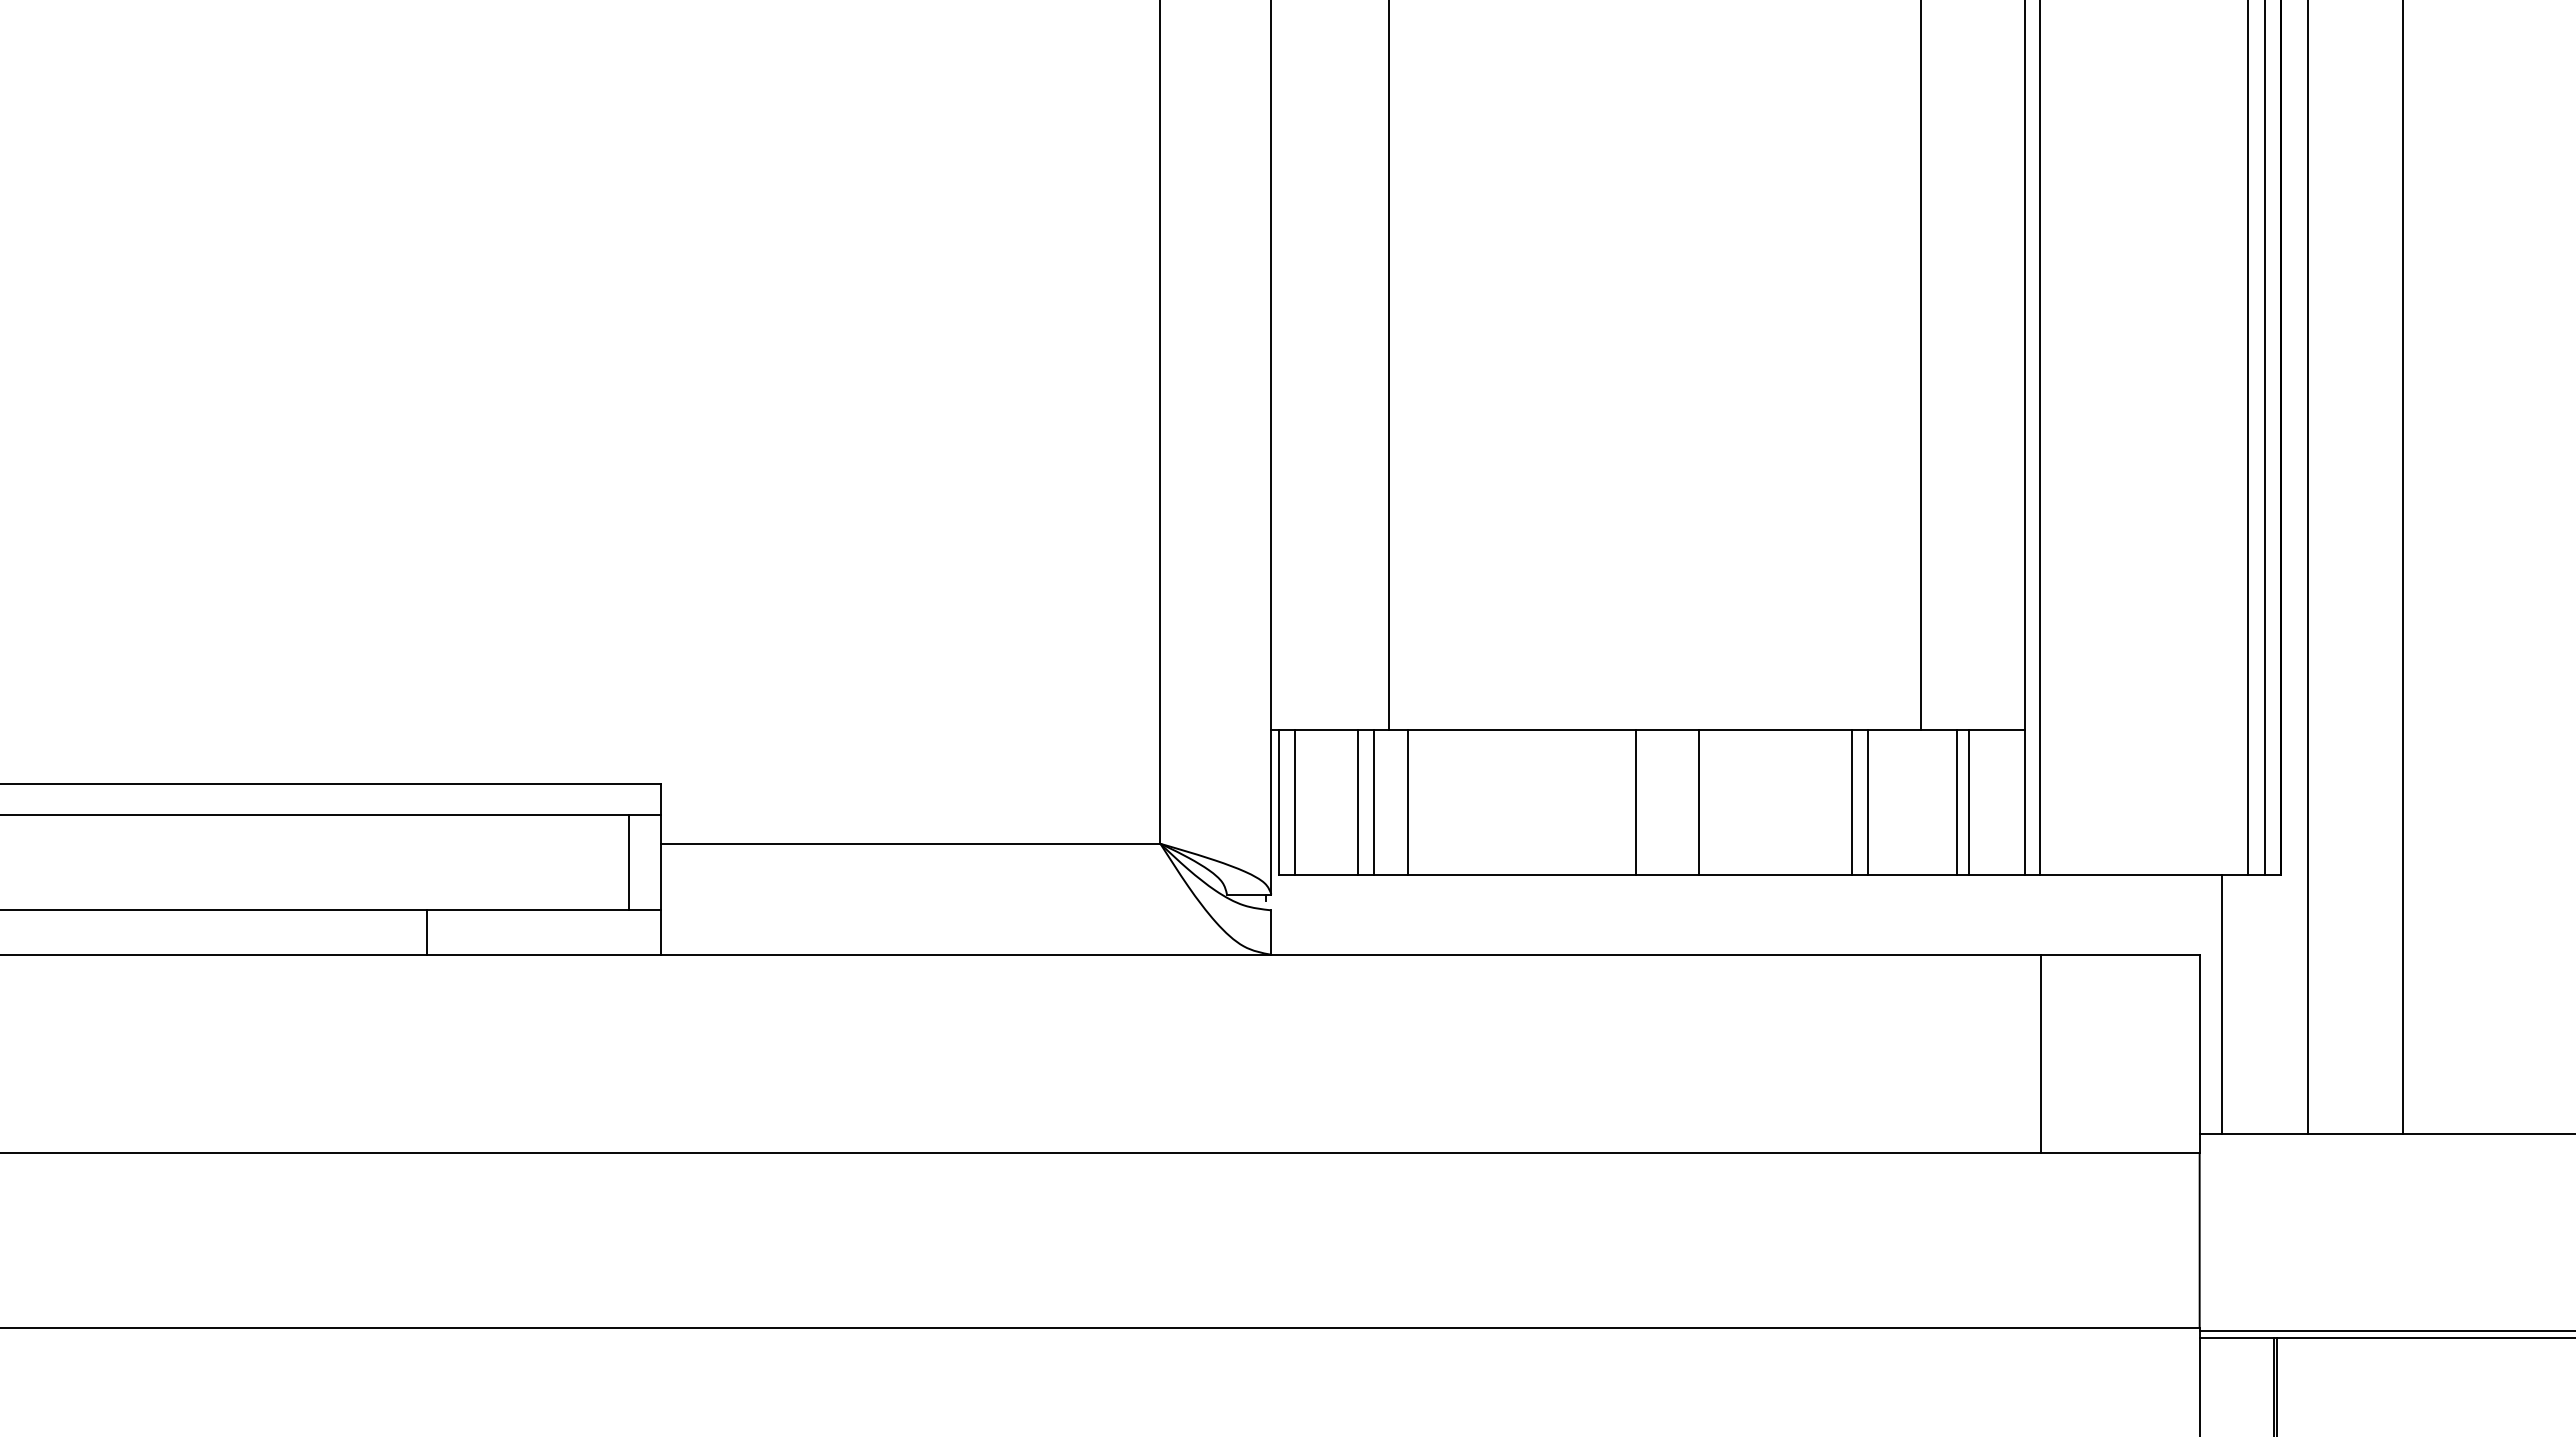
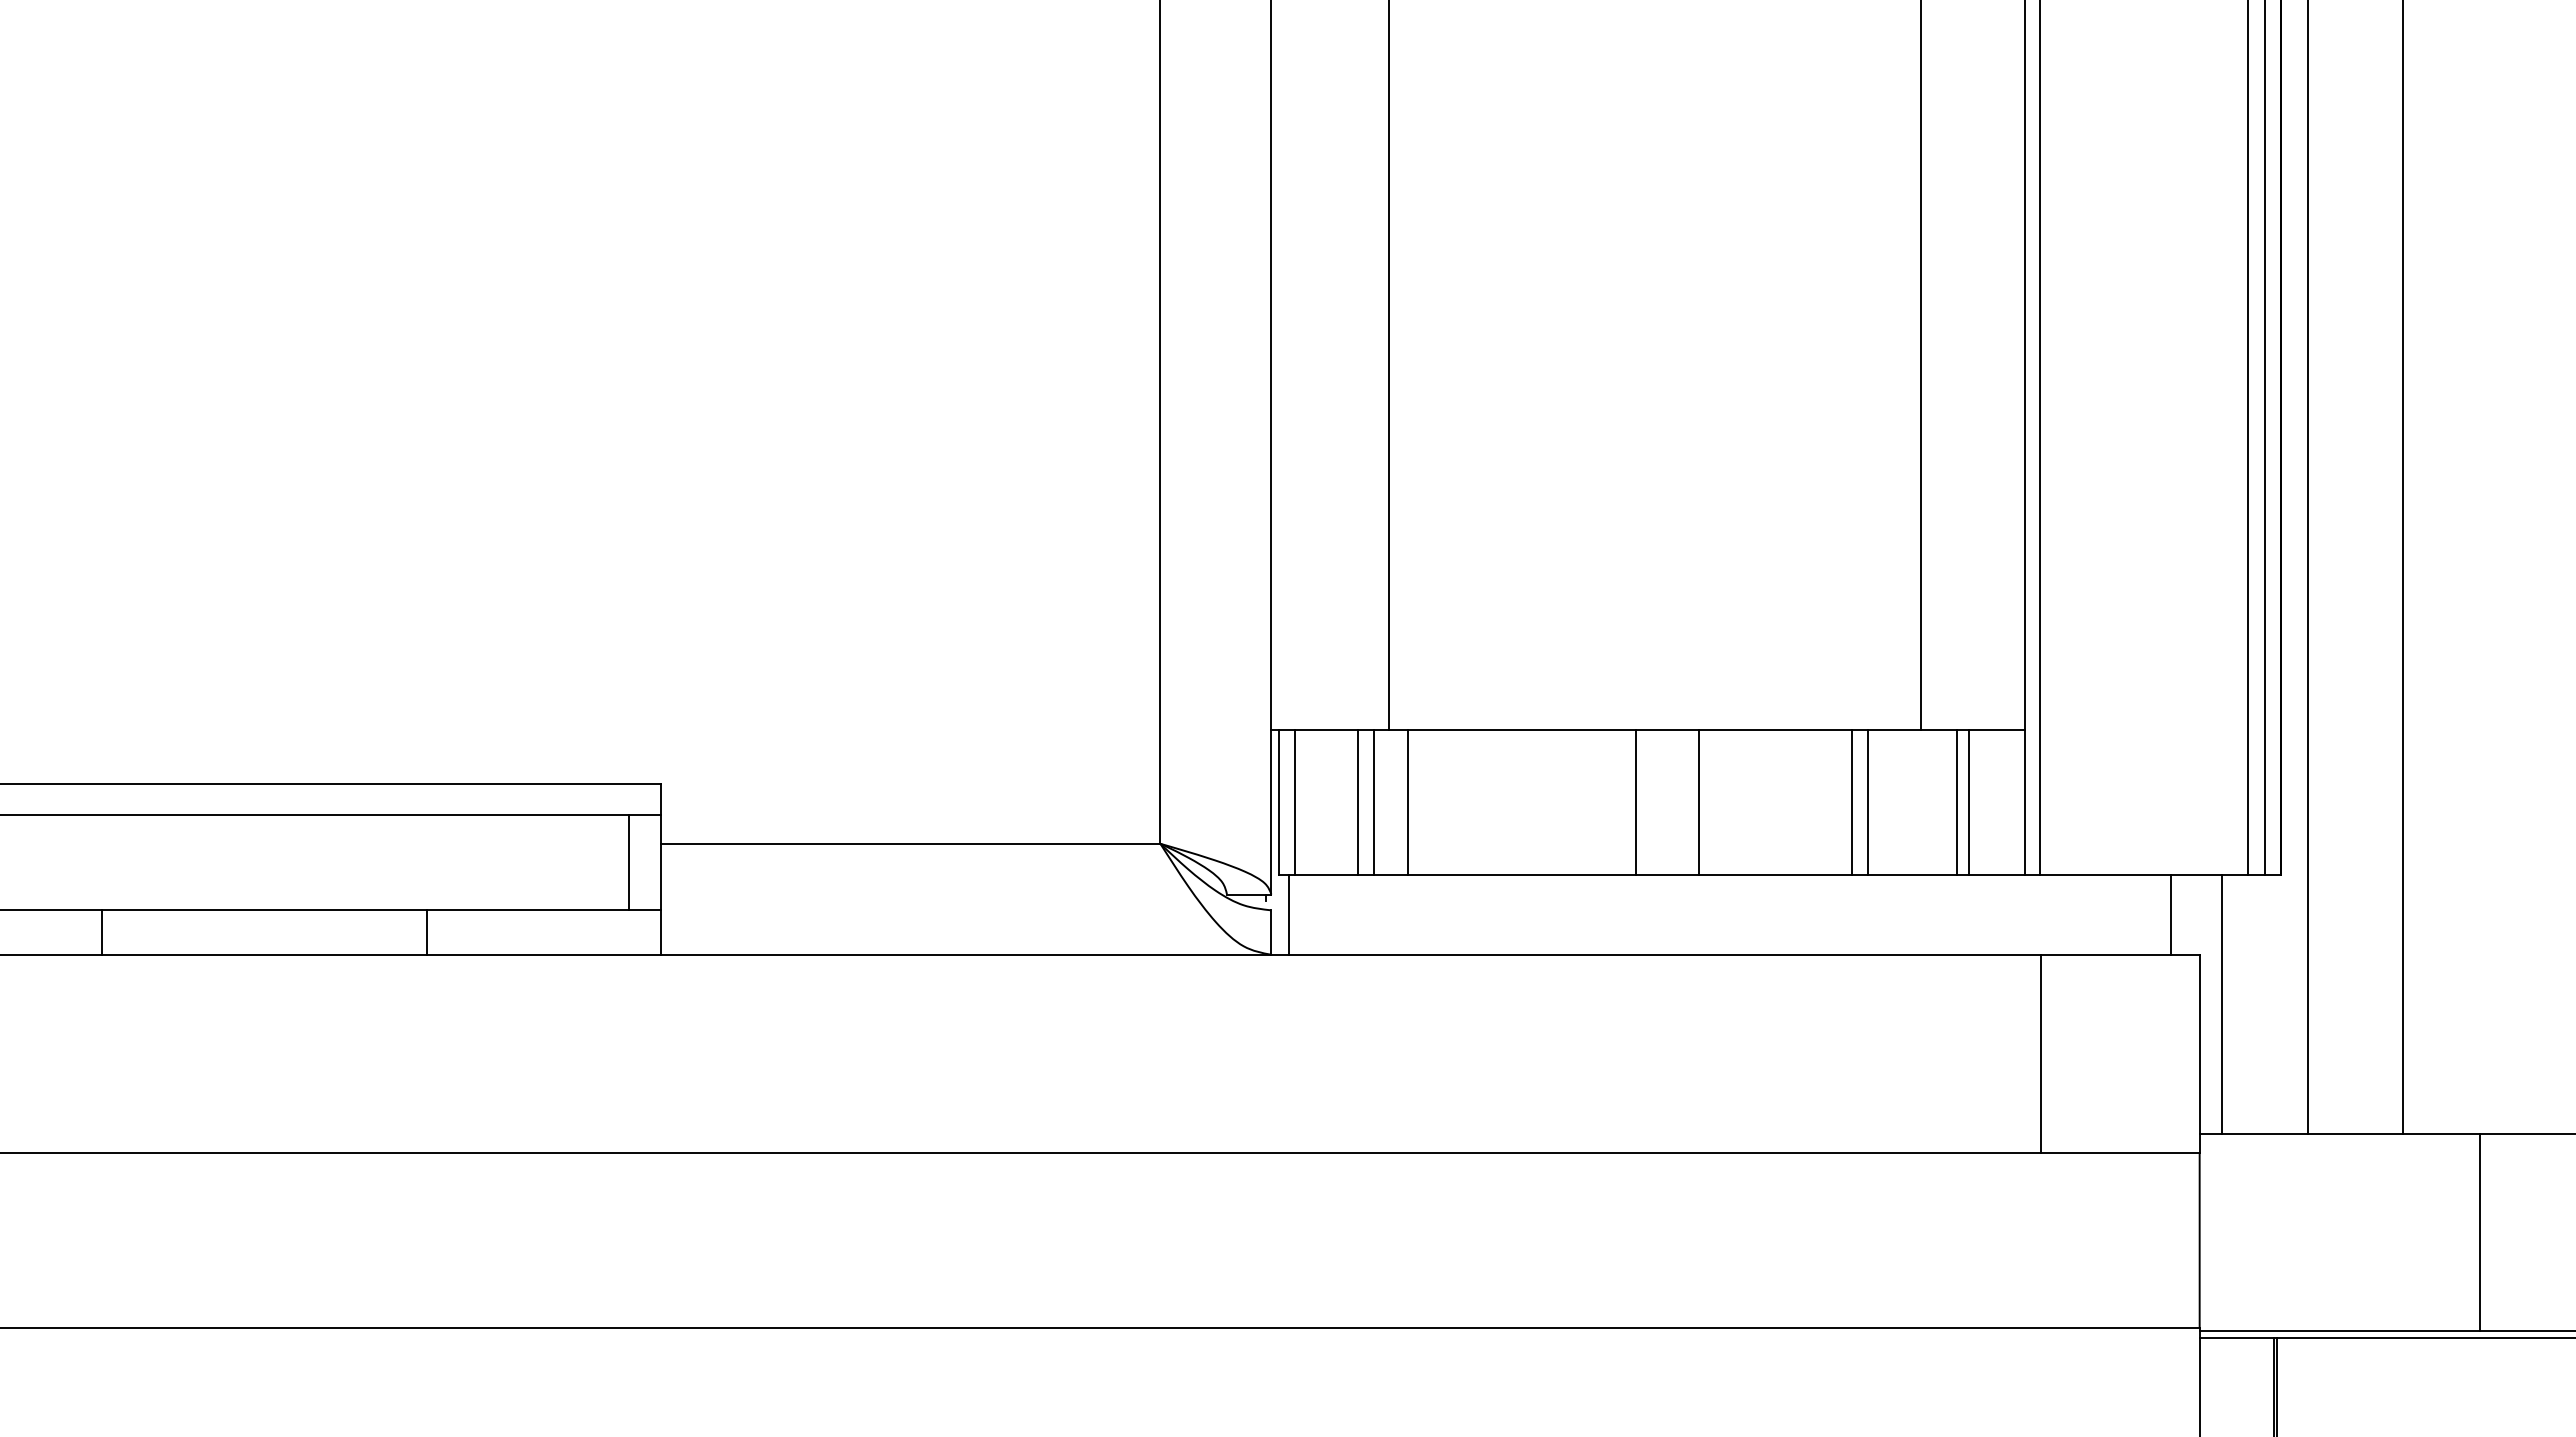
line at (1289, 914): none -> present
line at (2170, 914): none -> present
line at (102, 932): none -> present
line at (2480, 1231): none -> present
